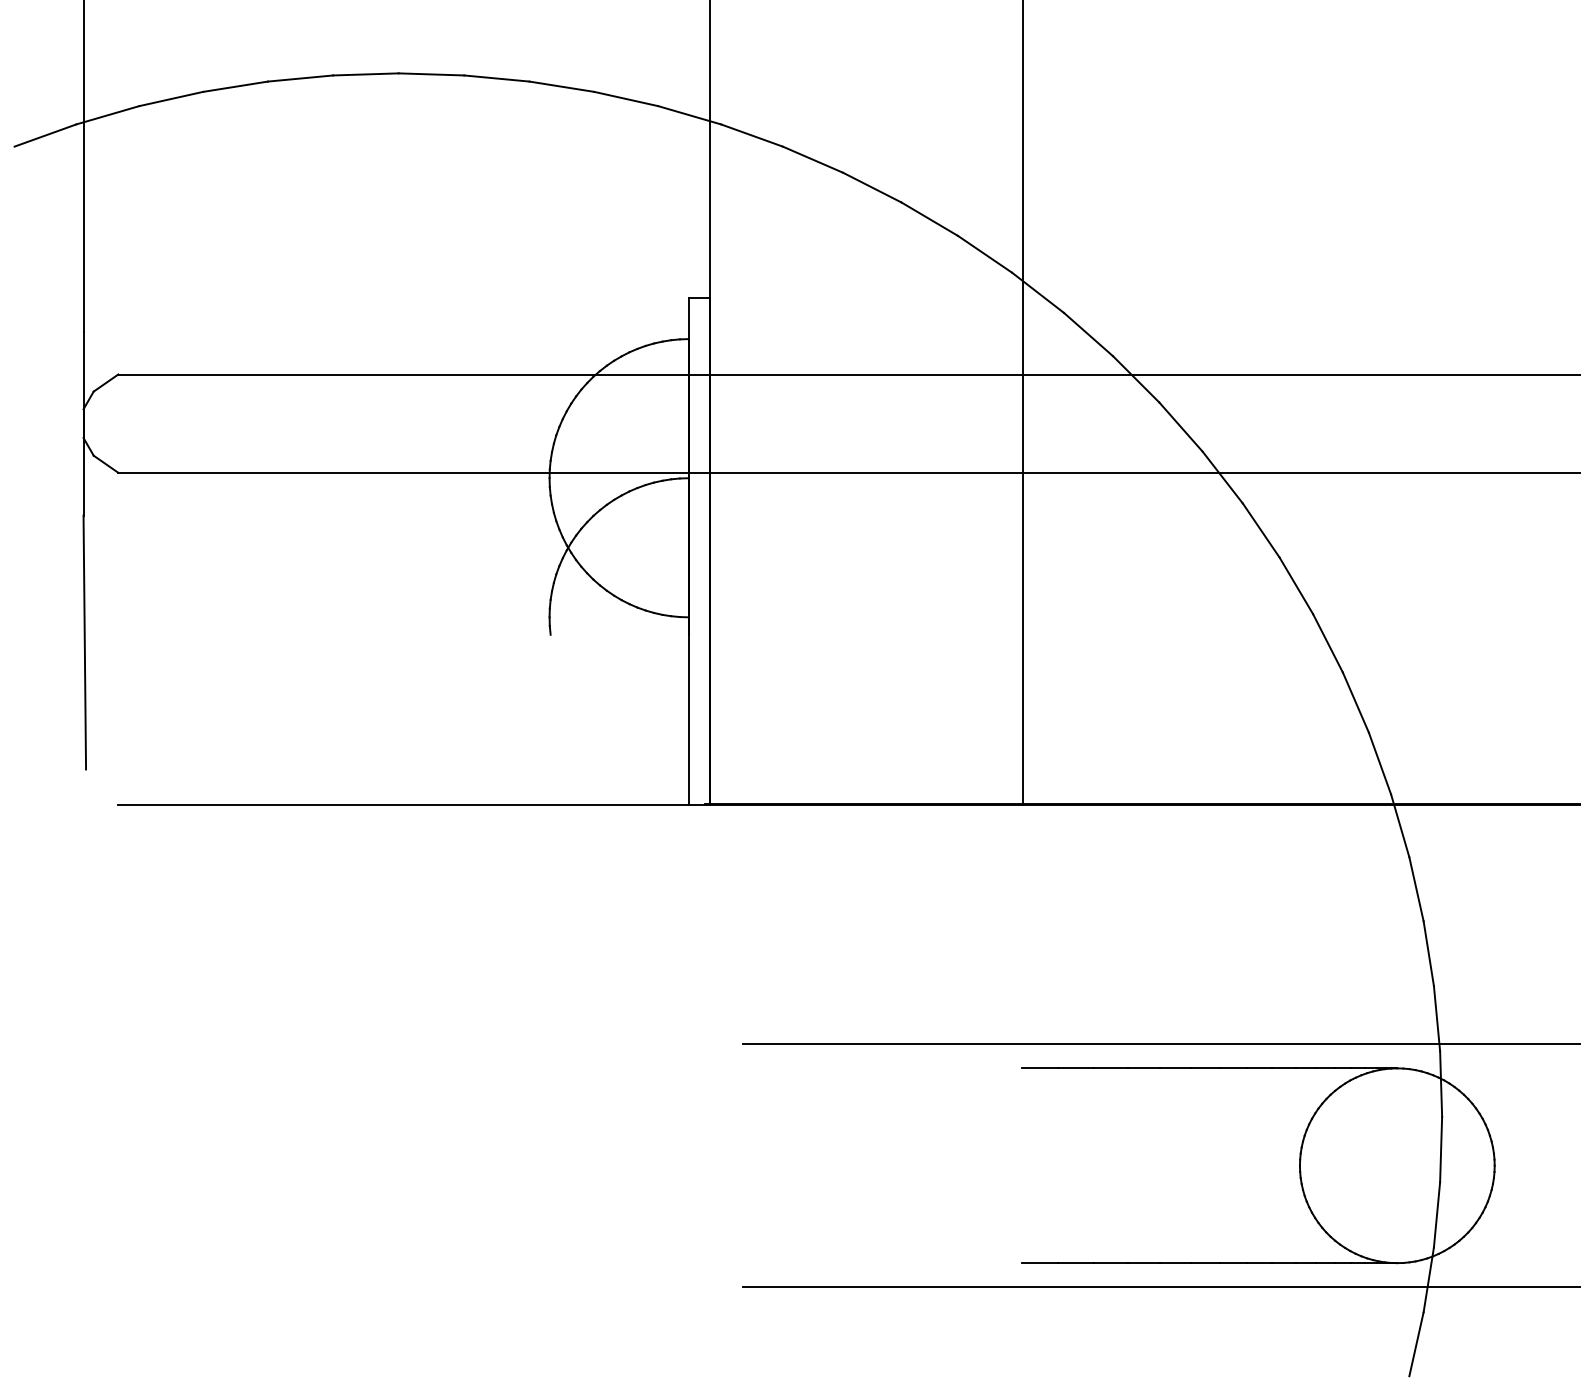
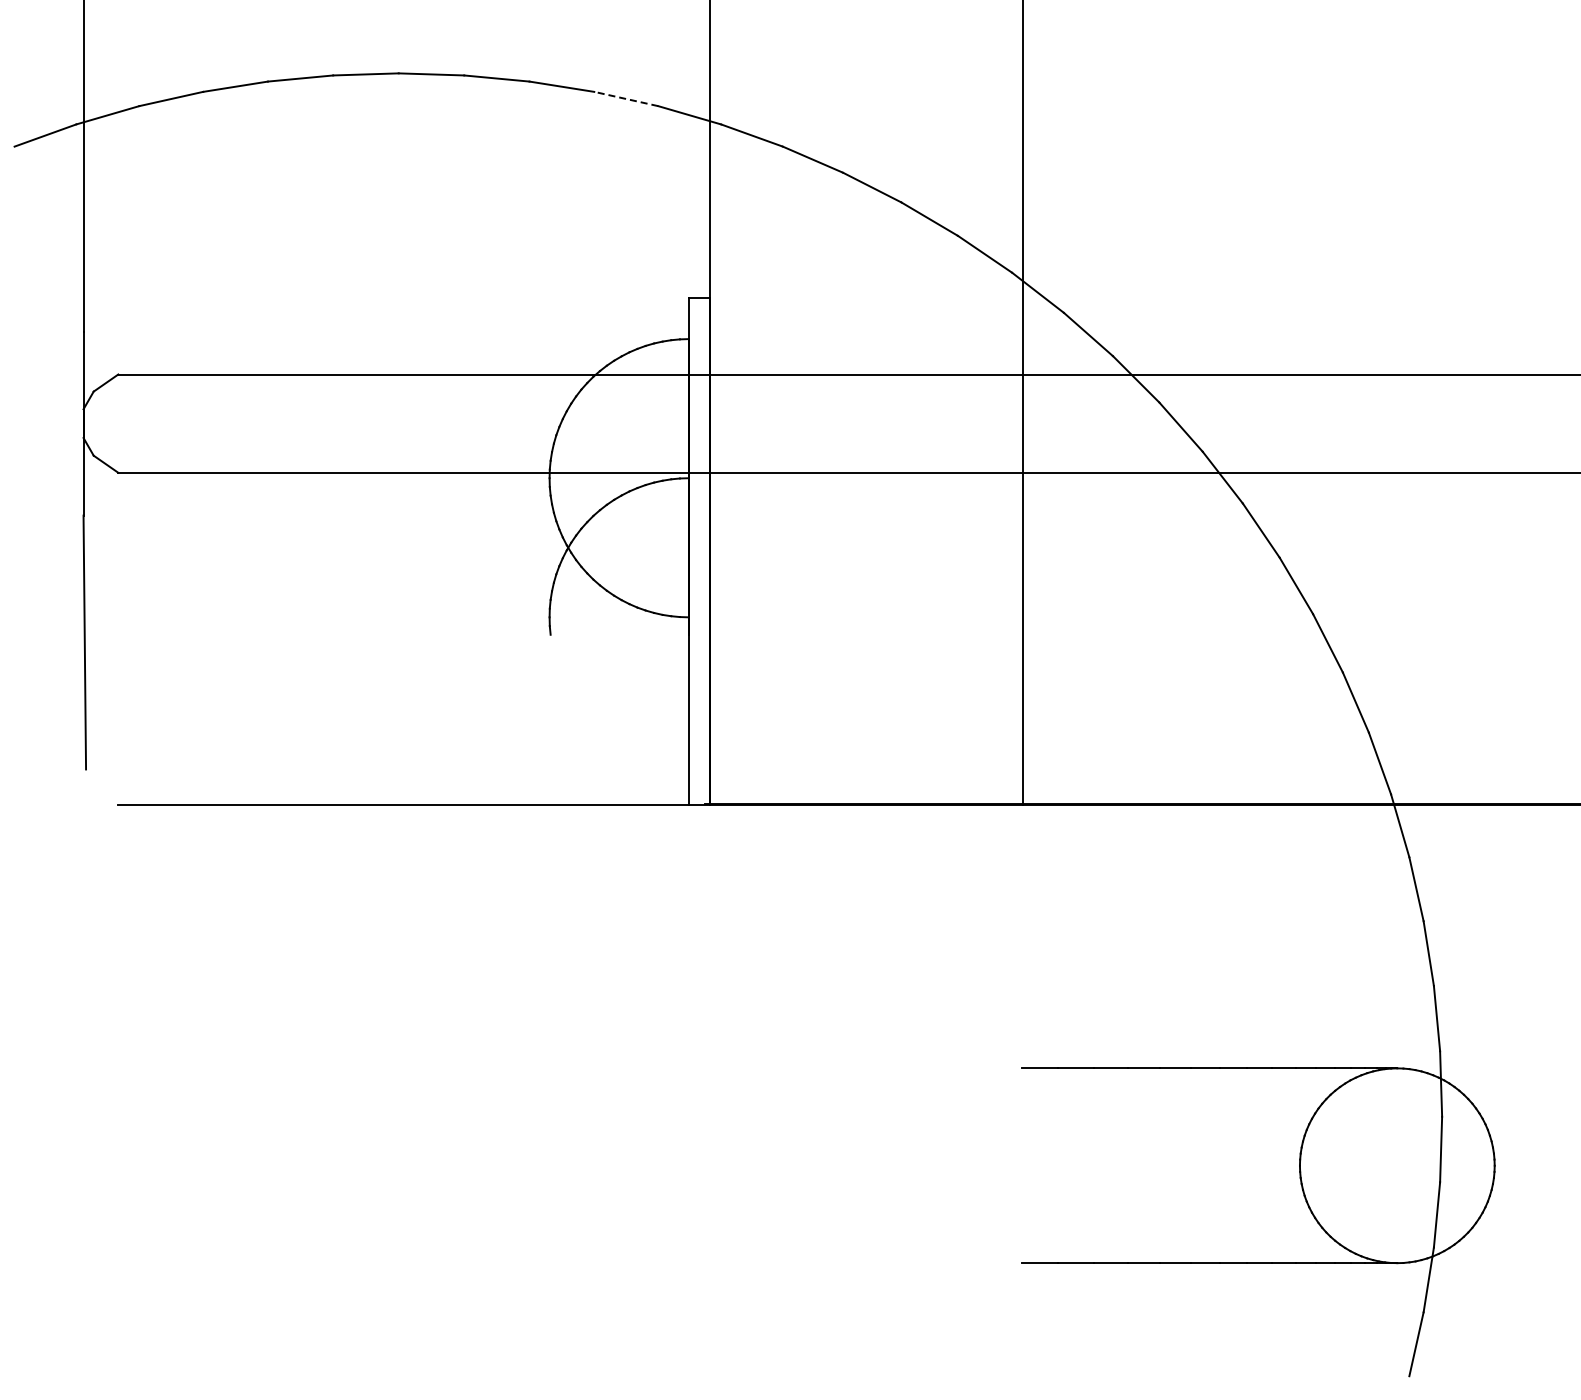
line at (626, 99): solid -> dashed
line at (1160, 1044): present -> none
line at (1160, 1287): present -> none
